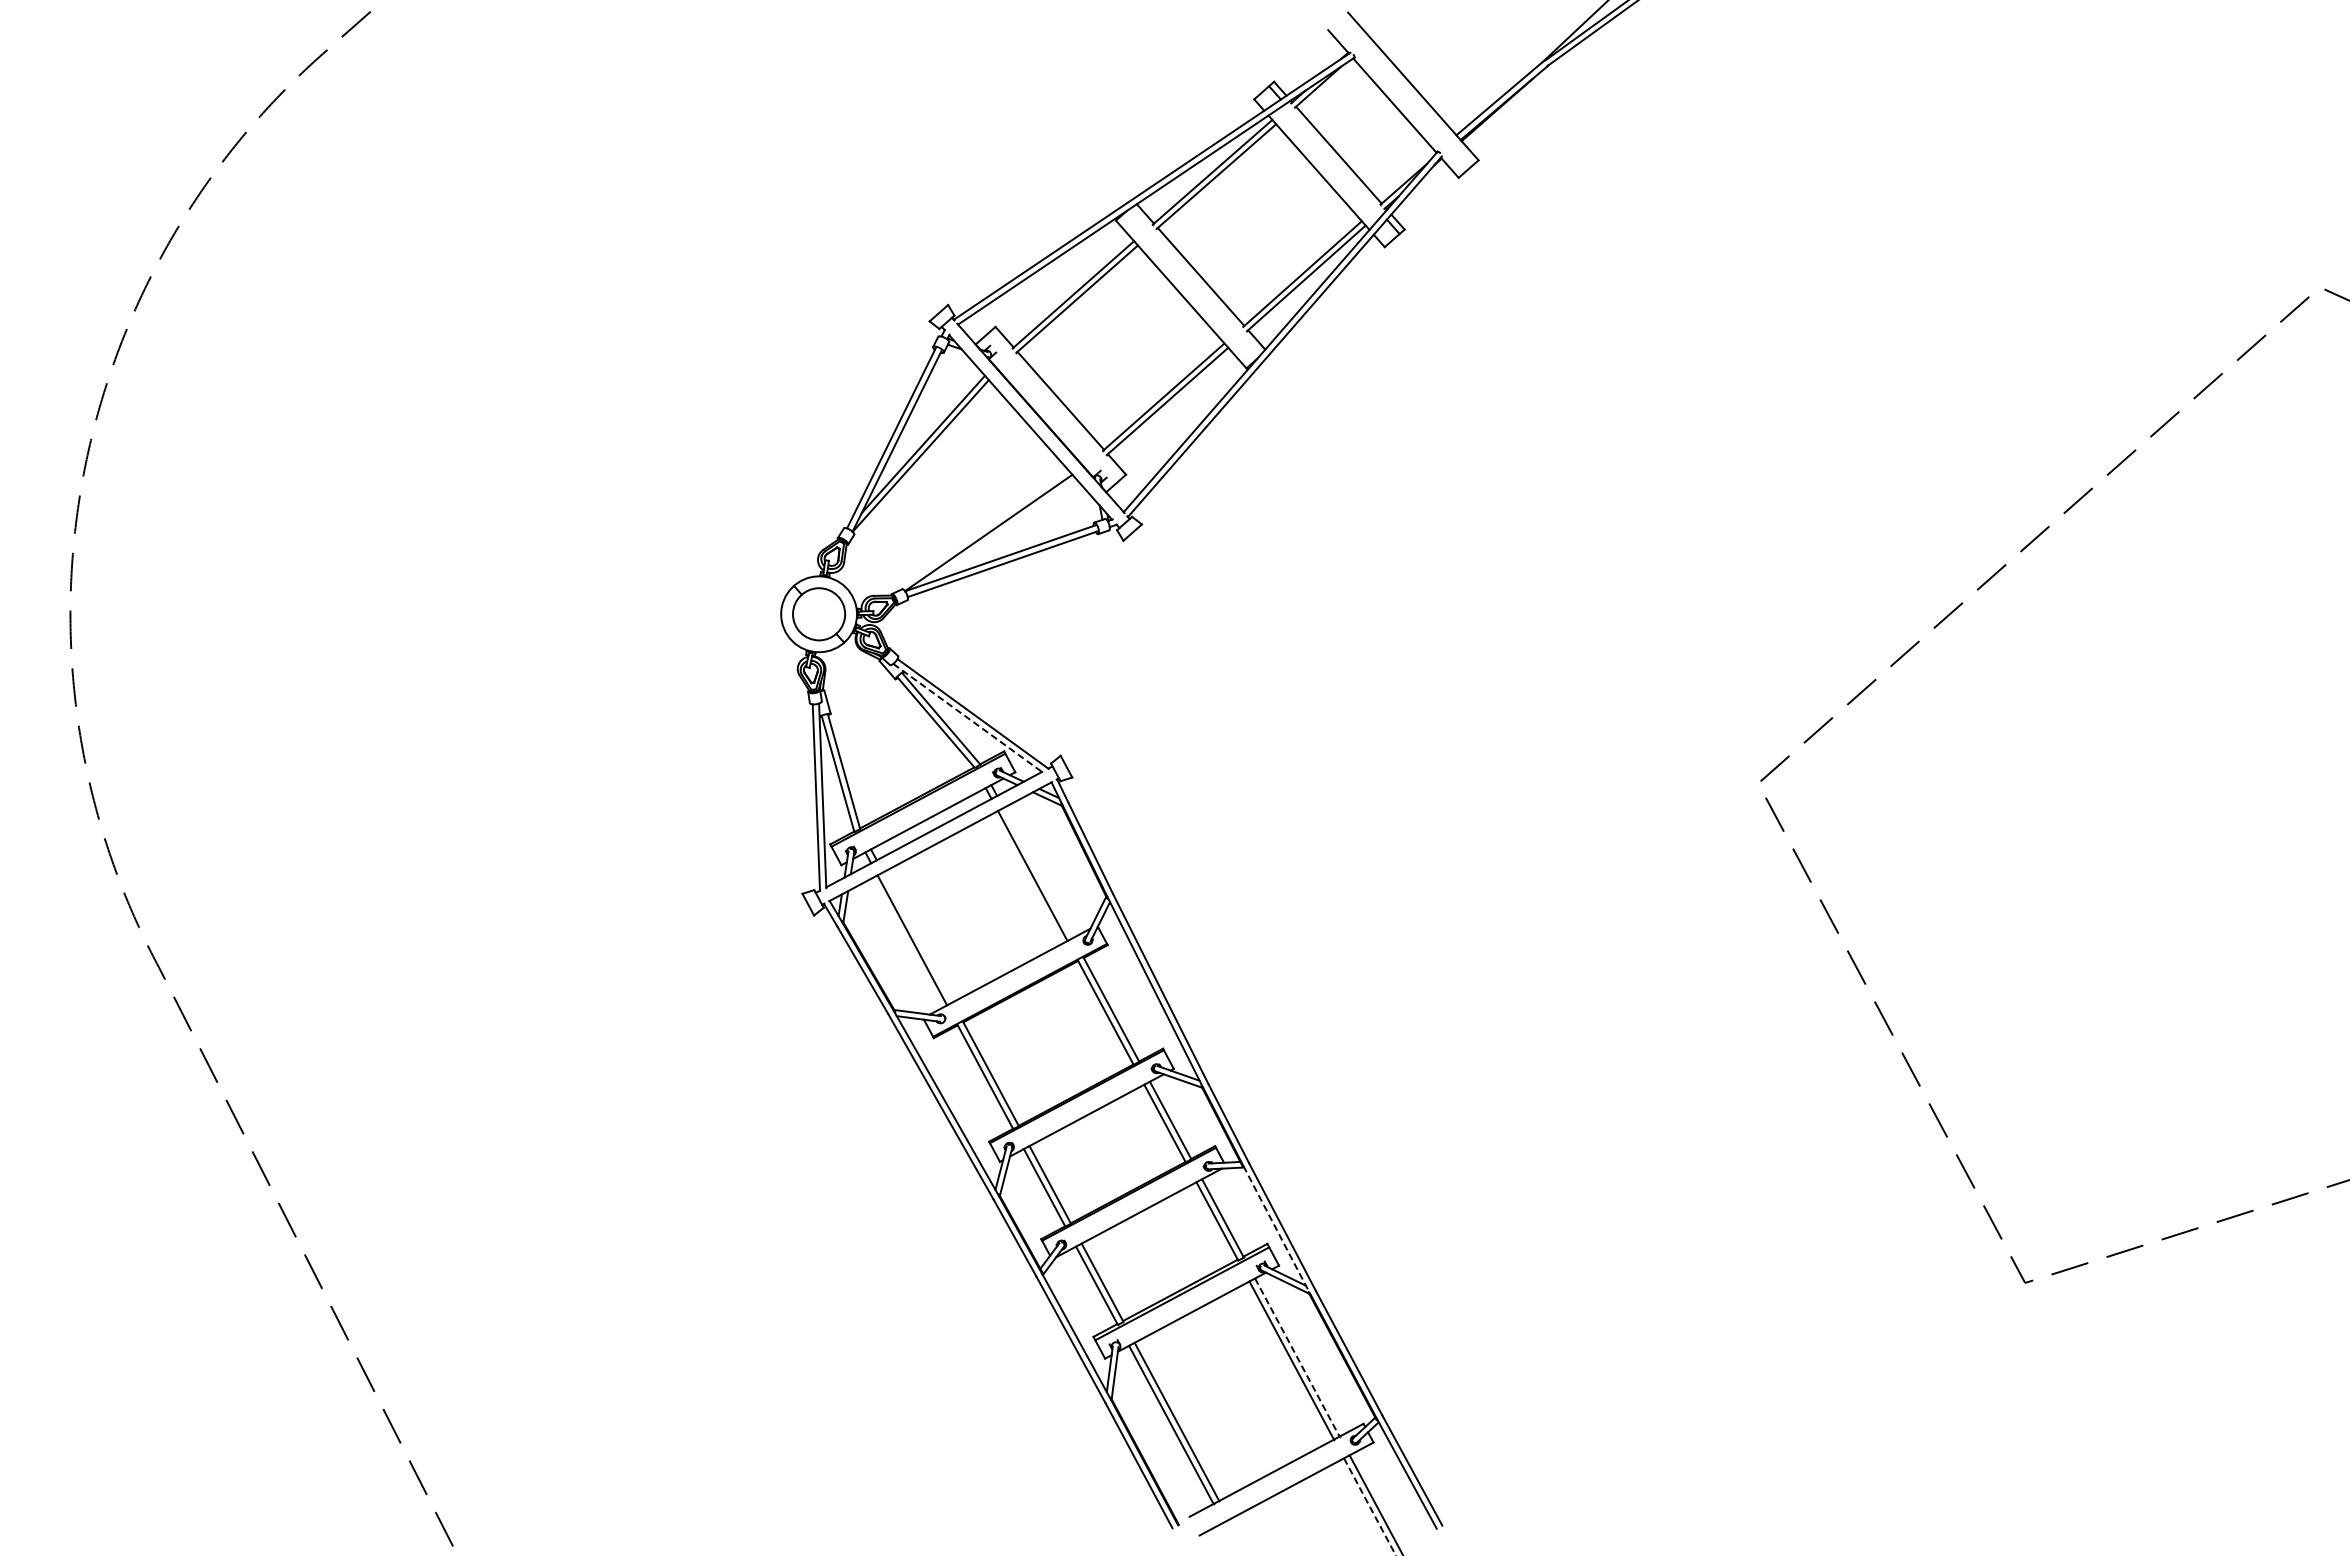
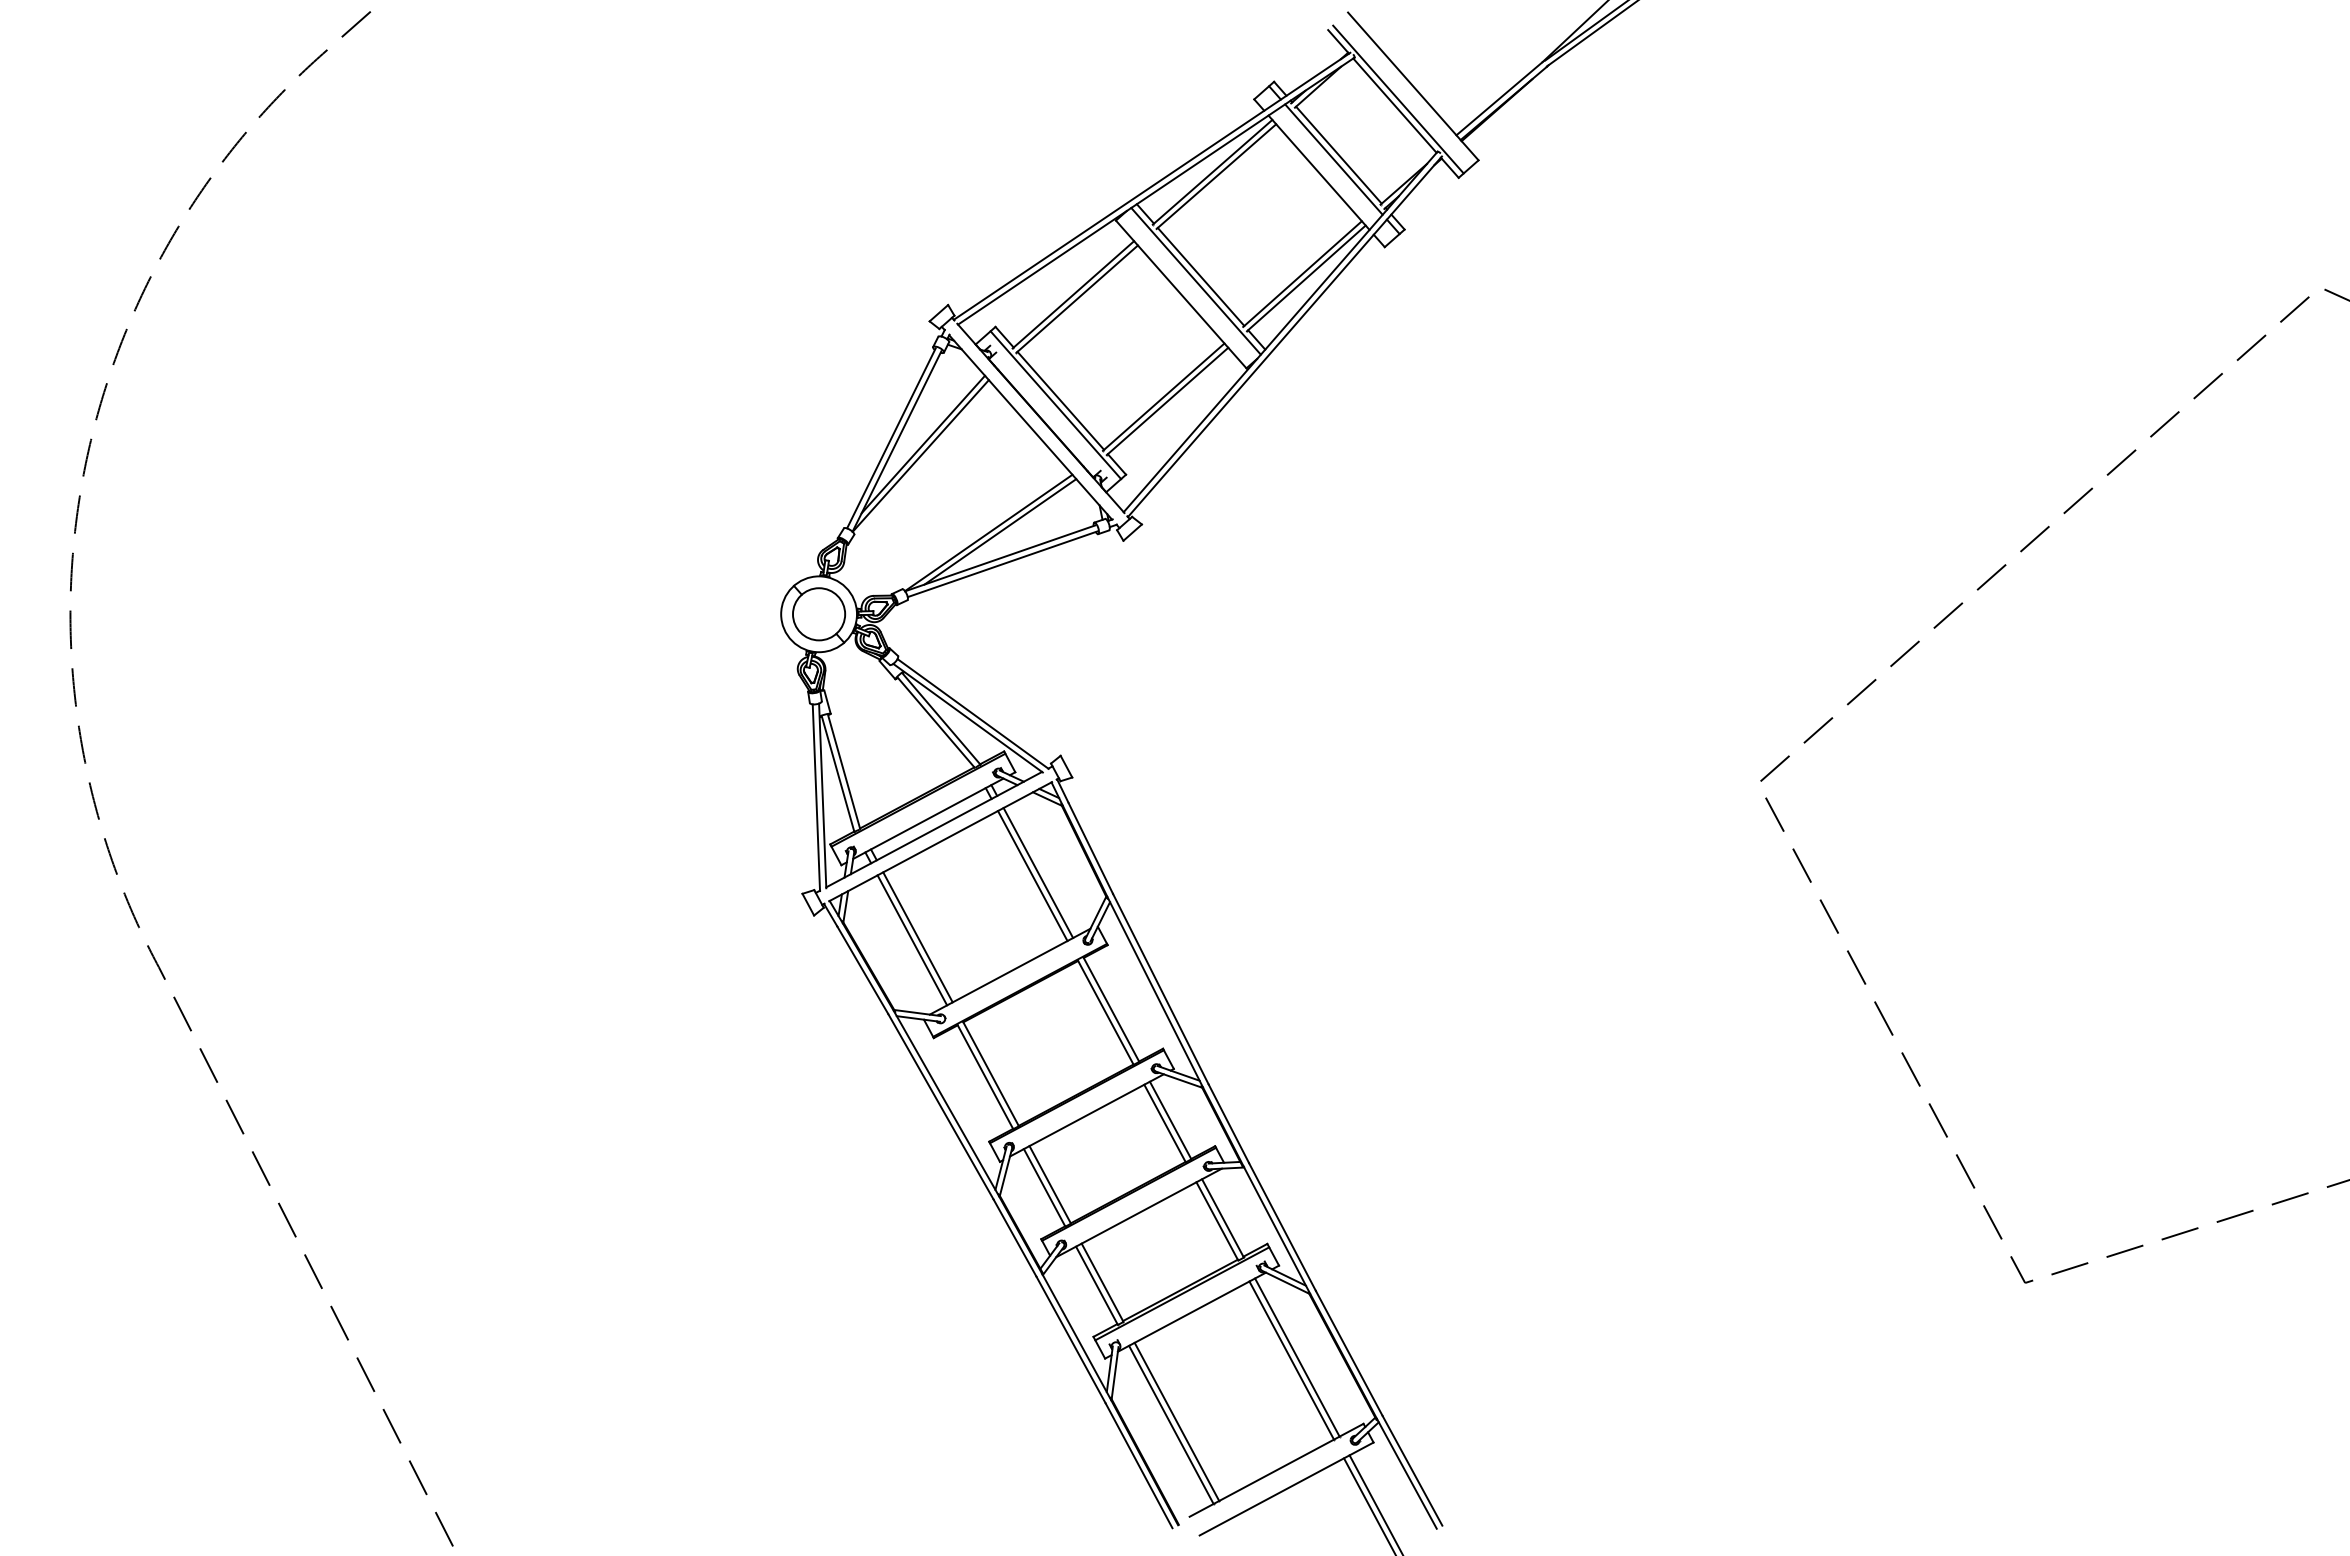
line at (1398, 99): none -> present
line at (1333, 159): none -> present
line at (1195, 280): none -> present
line at (1055, 405): none -> present
line at (1000, 531): none -> present
line at (968, 718): dashed -> solid
line at (1038, 873): none -> present
line at (917, 937): none -> present
line at (1277, 1230): dashed -> solid
line at (1297, 1357): dashed -> solid
line at (1370, 1507): dashed -> solid
